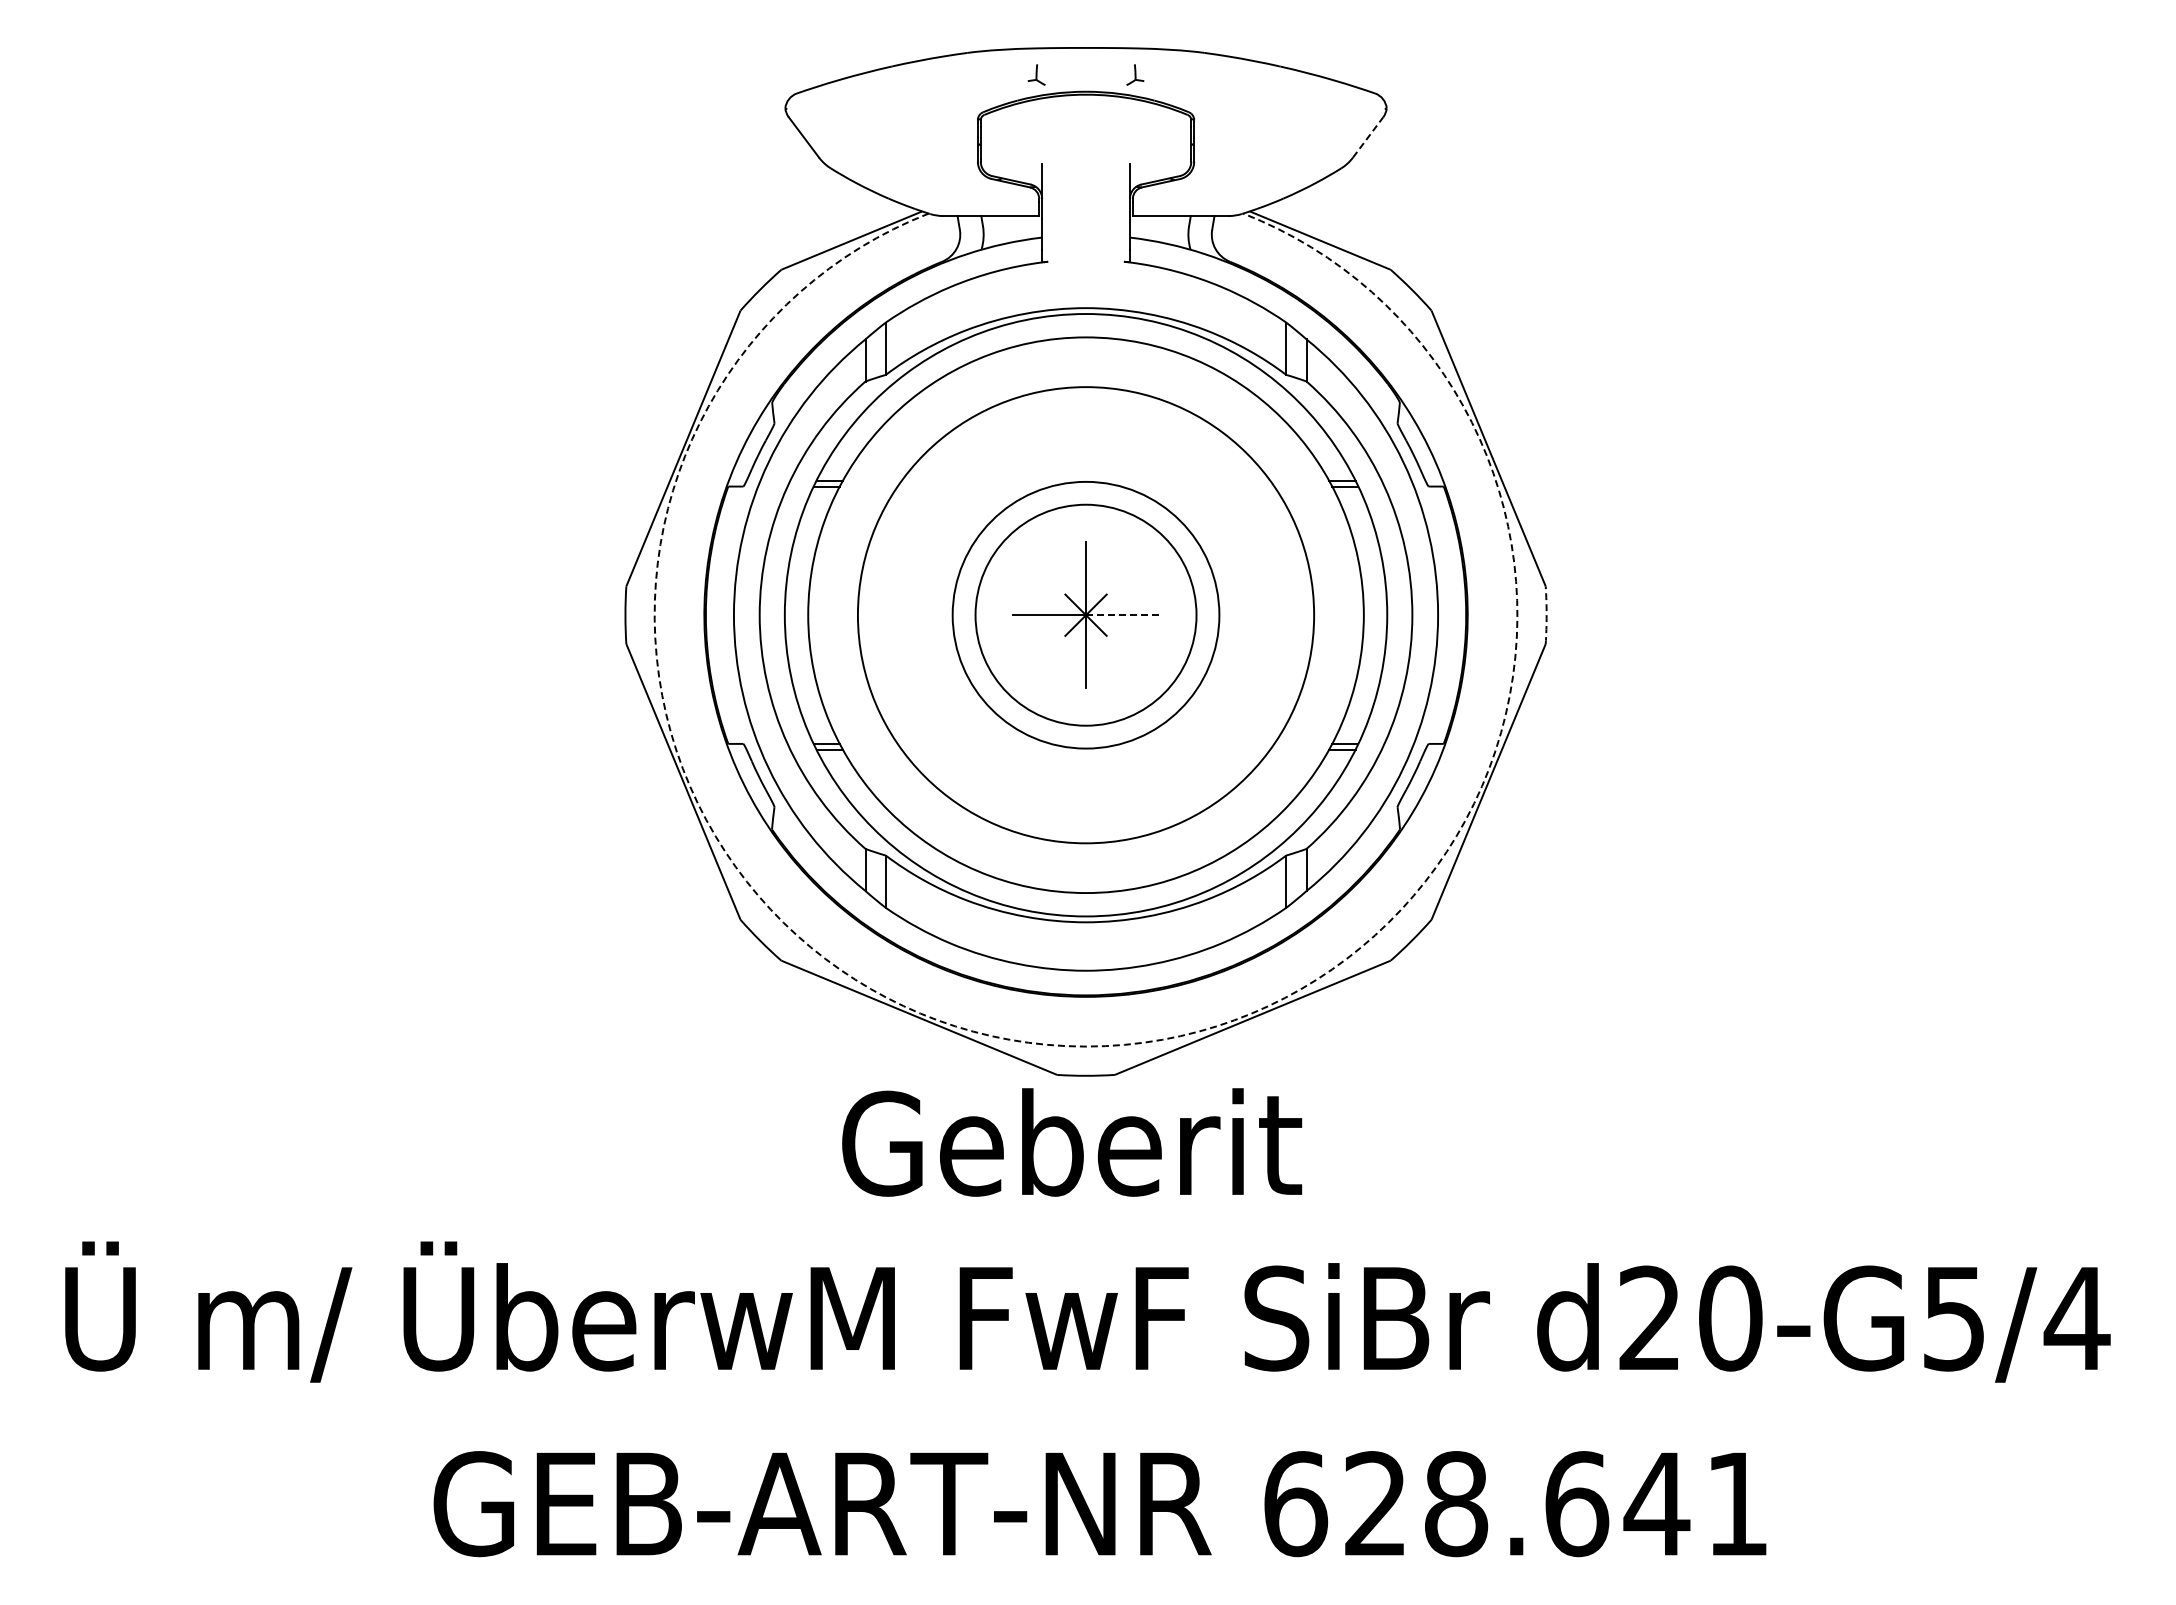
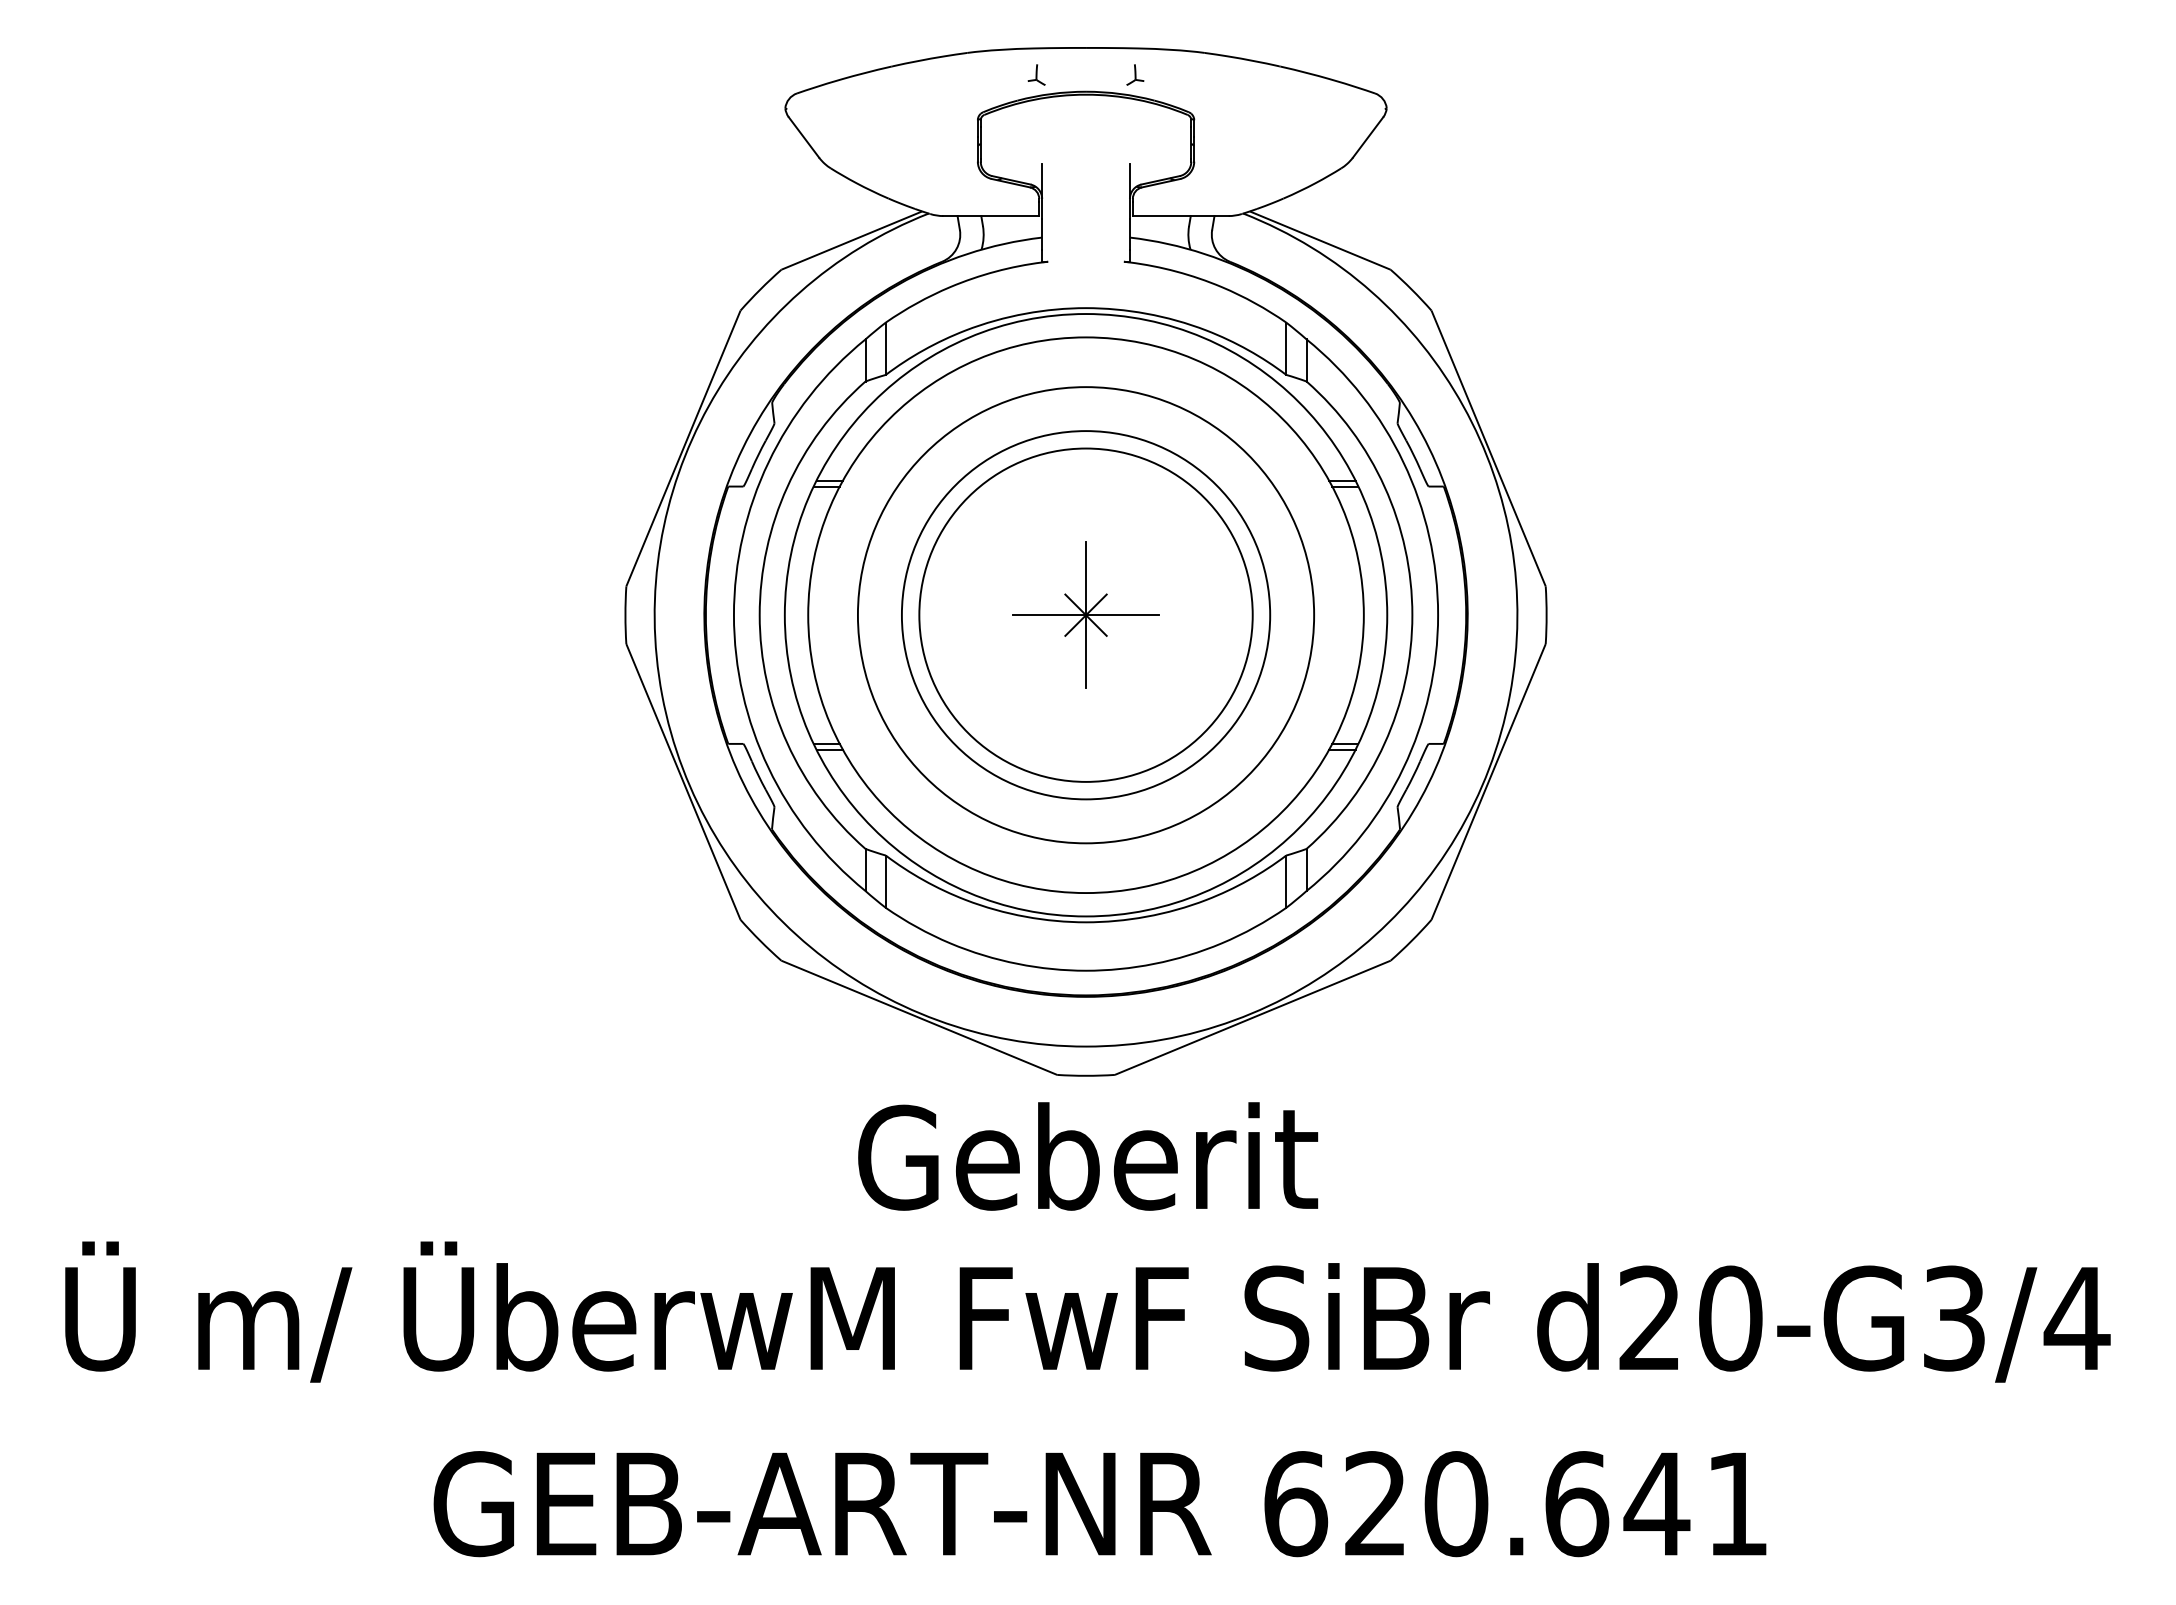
line at (1368, 137): dashed -> solid
circle at (1085, 614) diameter: 221 px -> 368 px
circle at (1085, 614) diameter: 267 px -> 333 px
line at (1122, 615): dashed -> solid
arc at (1546, 615): dashed -> solid
arc at (1086, 1046): dashed -> solid
text at (1072, 1142) position: (1072, 1142) -> (1088, 1156)
text at (1954, 1318): d20-G5/4 -> d20-G3/4
text at (1456, 1503): 628.641 -> 620.641
